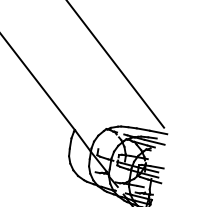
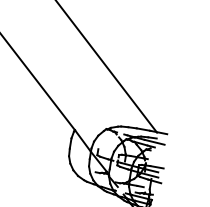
line at (116, 64) position: (116, 64) -> (107, 67)
